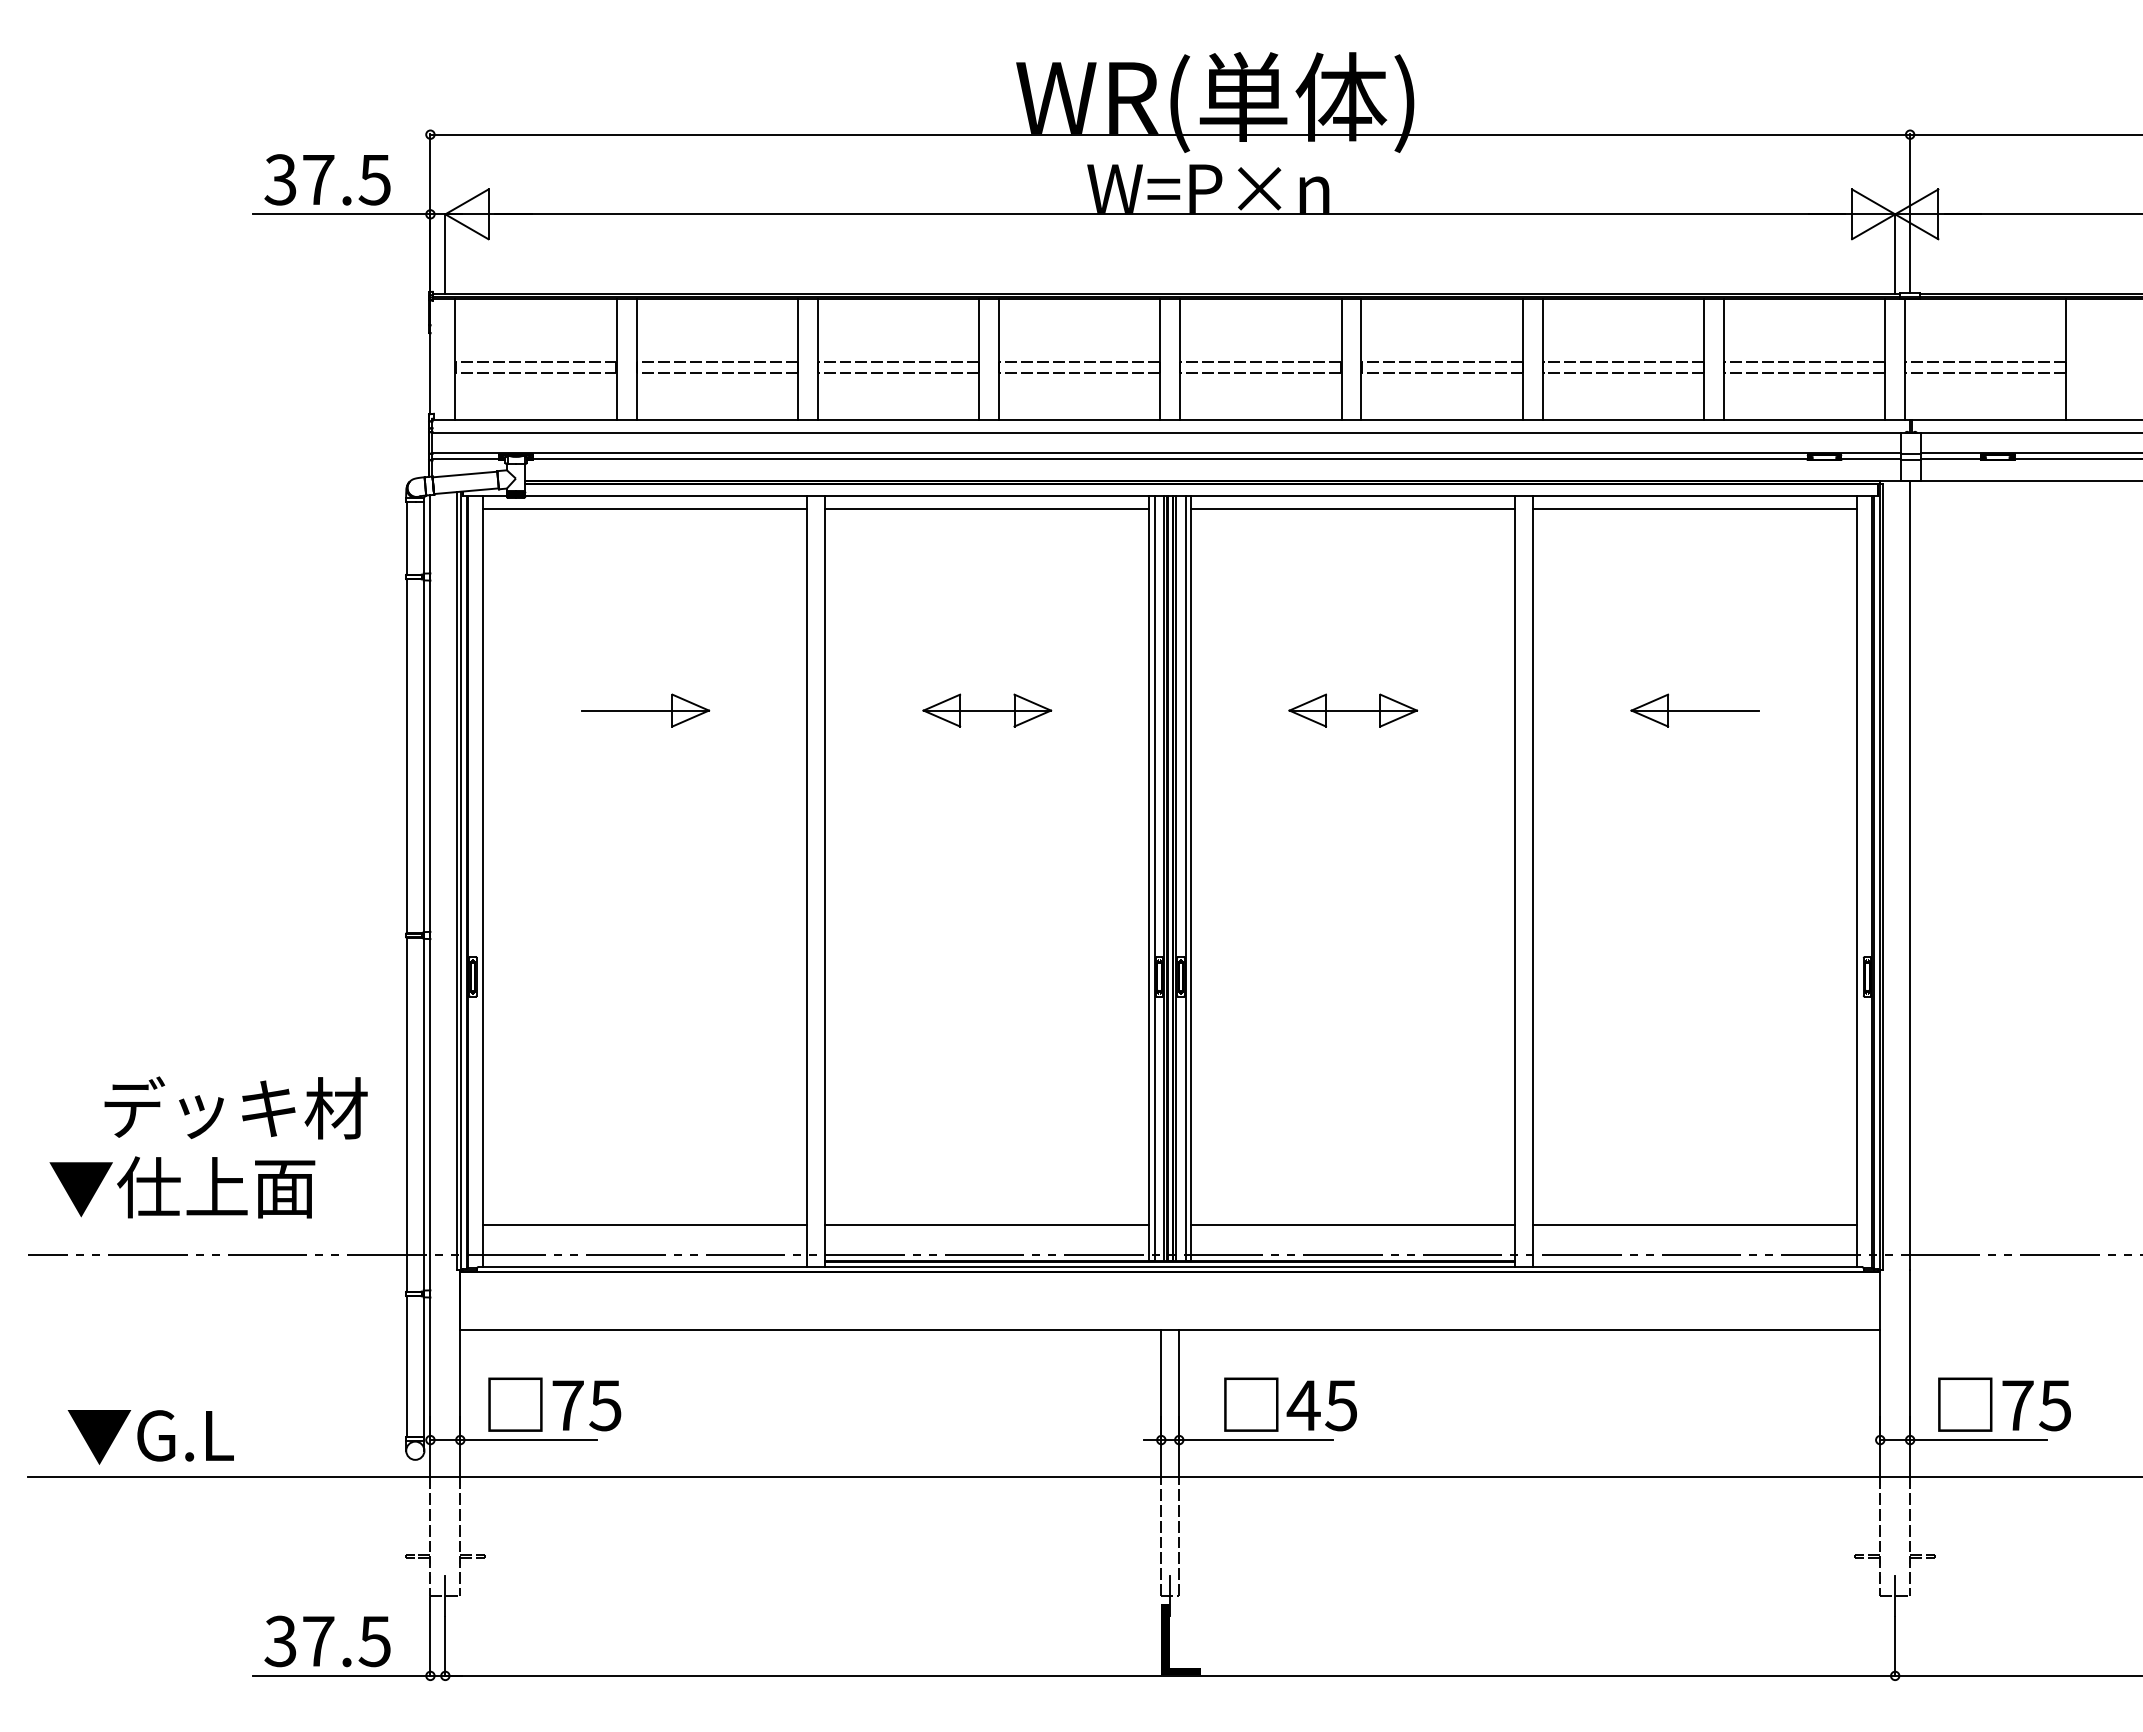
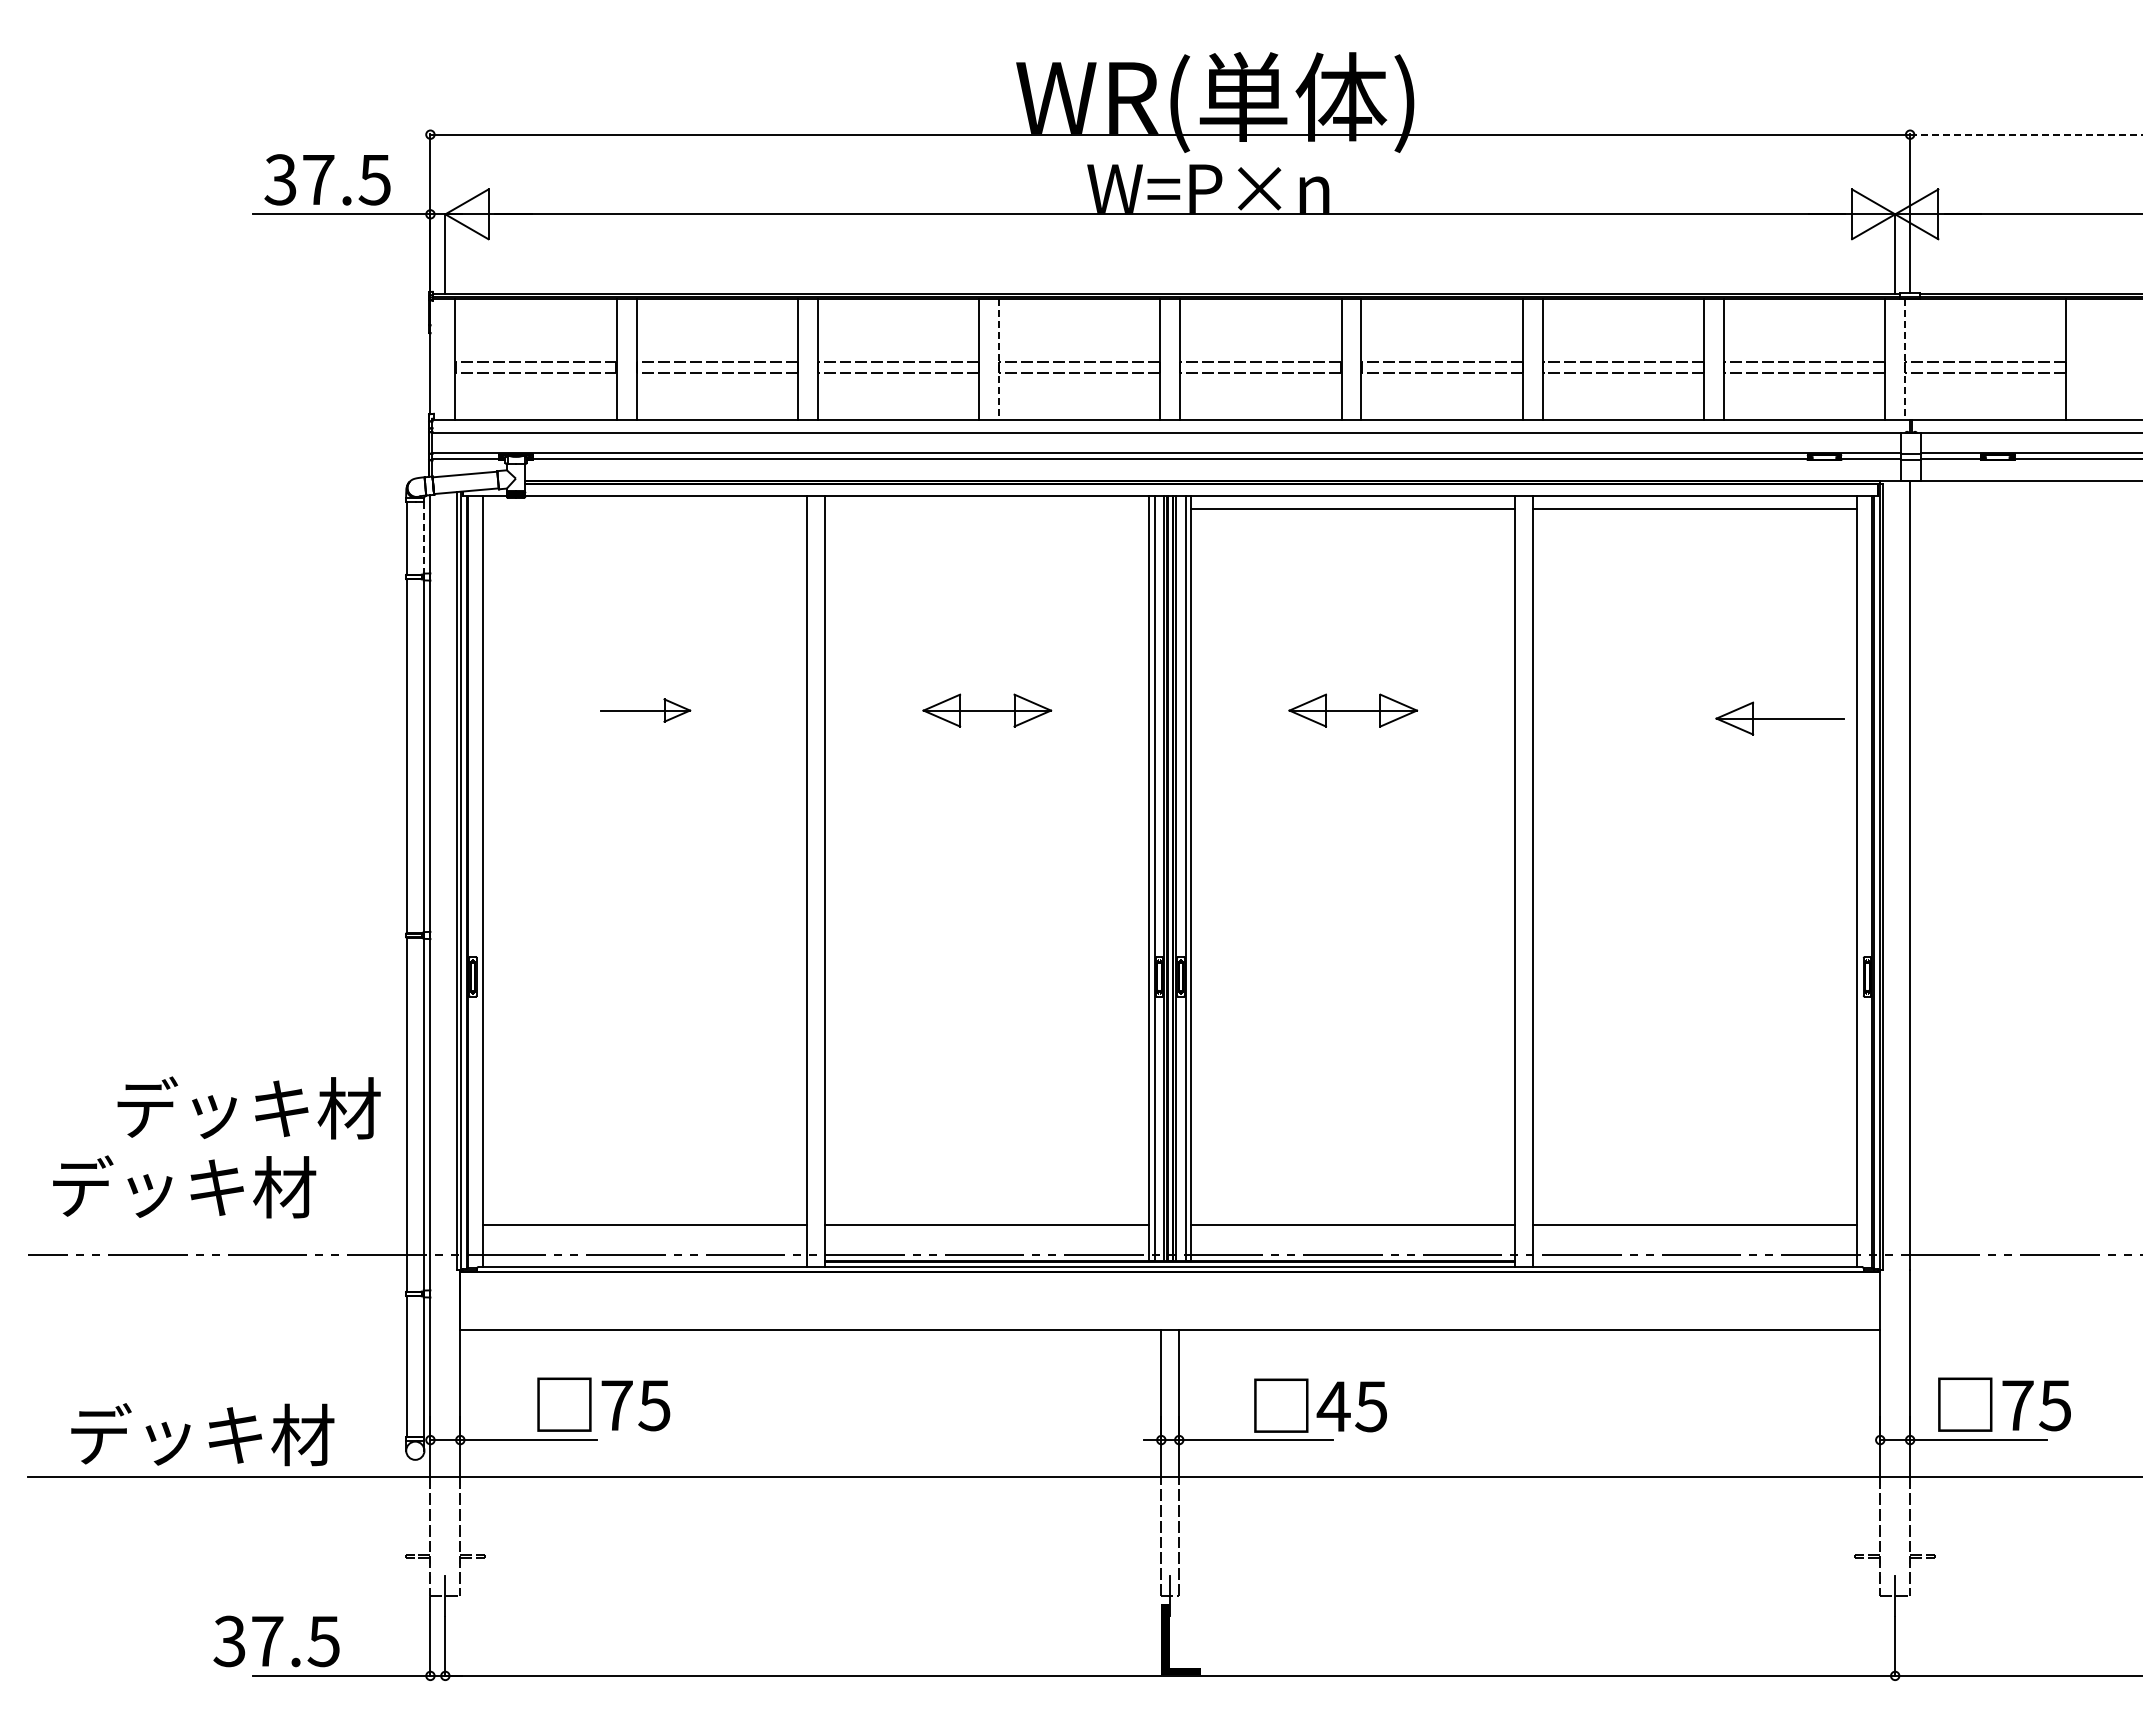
line at (2026, 134): solid -> dashed
line at (999, 359): solid -> dashed
line at (1905, 360): solid -> dashed
line at (645, 508): present -> none
line at (987, 508): present -> none
line at (423, 538): solid -> dashed
part at (645, 710) size: 130x35 px -> 92x25 px
part at (1694, 710) position: (1694, 710) -> (1779, 718)
text at (235, 1107) position: (235, 1107) -> (248, 1107)
text at (182, 1186): ▼仕上面 -> デッキ材
text at (554, 1404) position: (554, 1404) -> (603, 1404)
text at (1290, 1404) position: (1290, 1404) -> (1320, 1405)
text at (200, 1434): ▼G.L -> デッキ材
text at (327, 1641) position: (327, 1641) -> (276, 1641)
